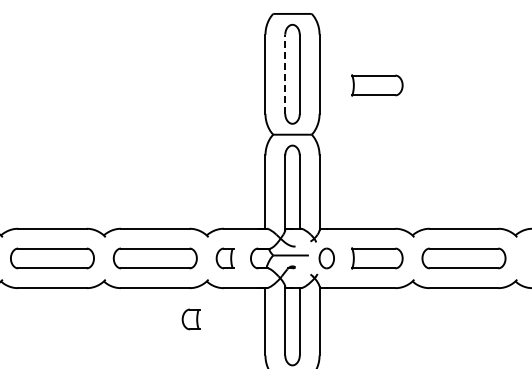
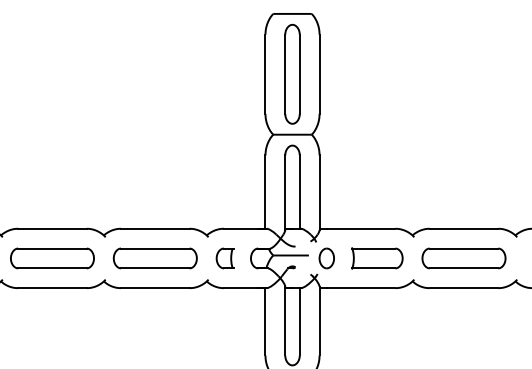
line at (285, 74): dashed -> solid
part at (377, 85): present -> none
part at (190, 319): present -> none
